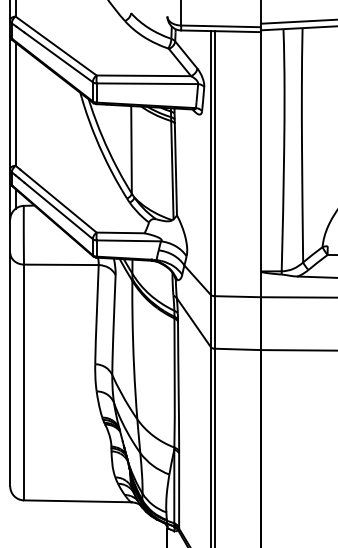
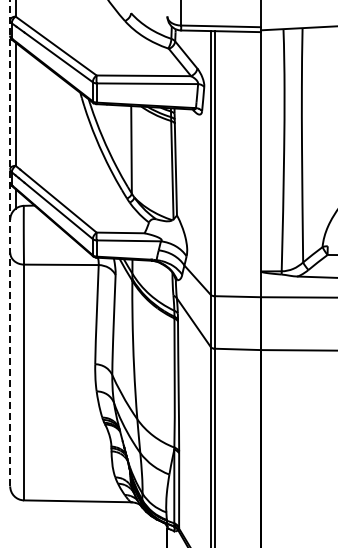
line at (297, 21): present -> none
line at (10, 243): solid -> dashed
